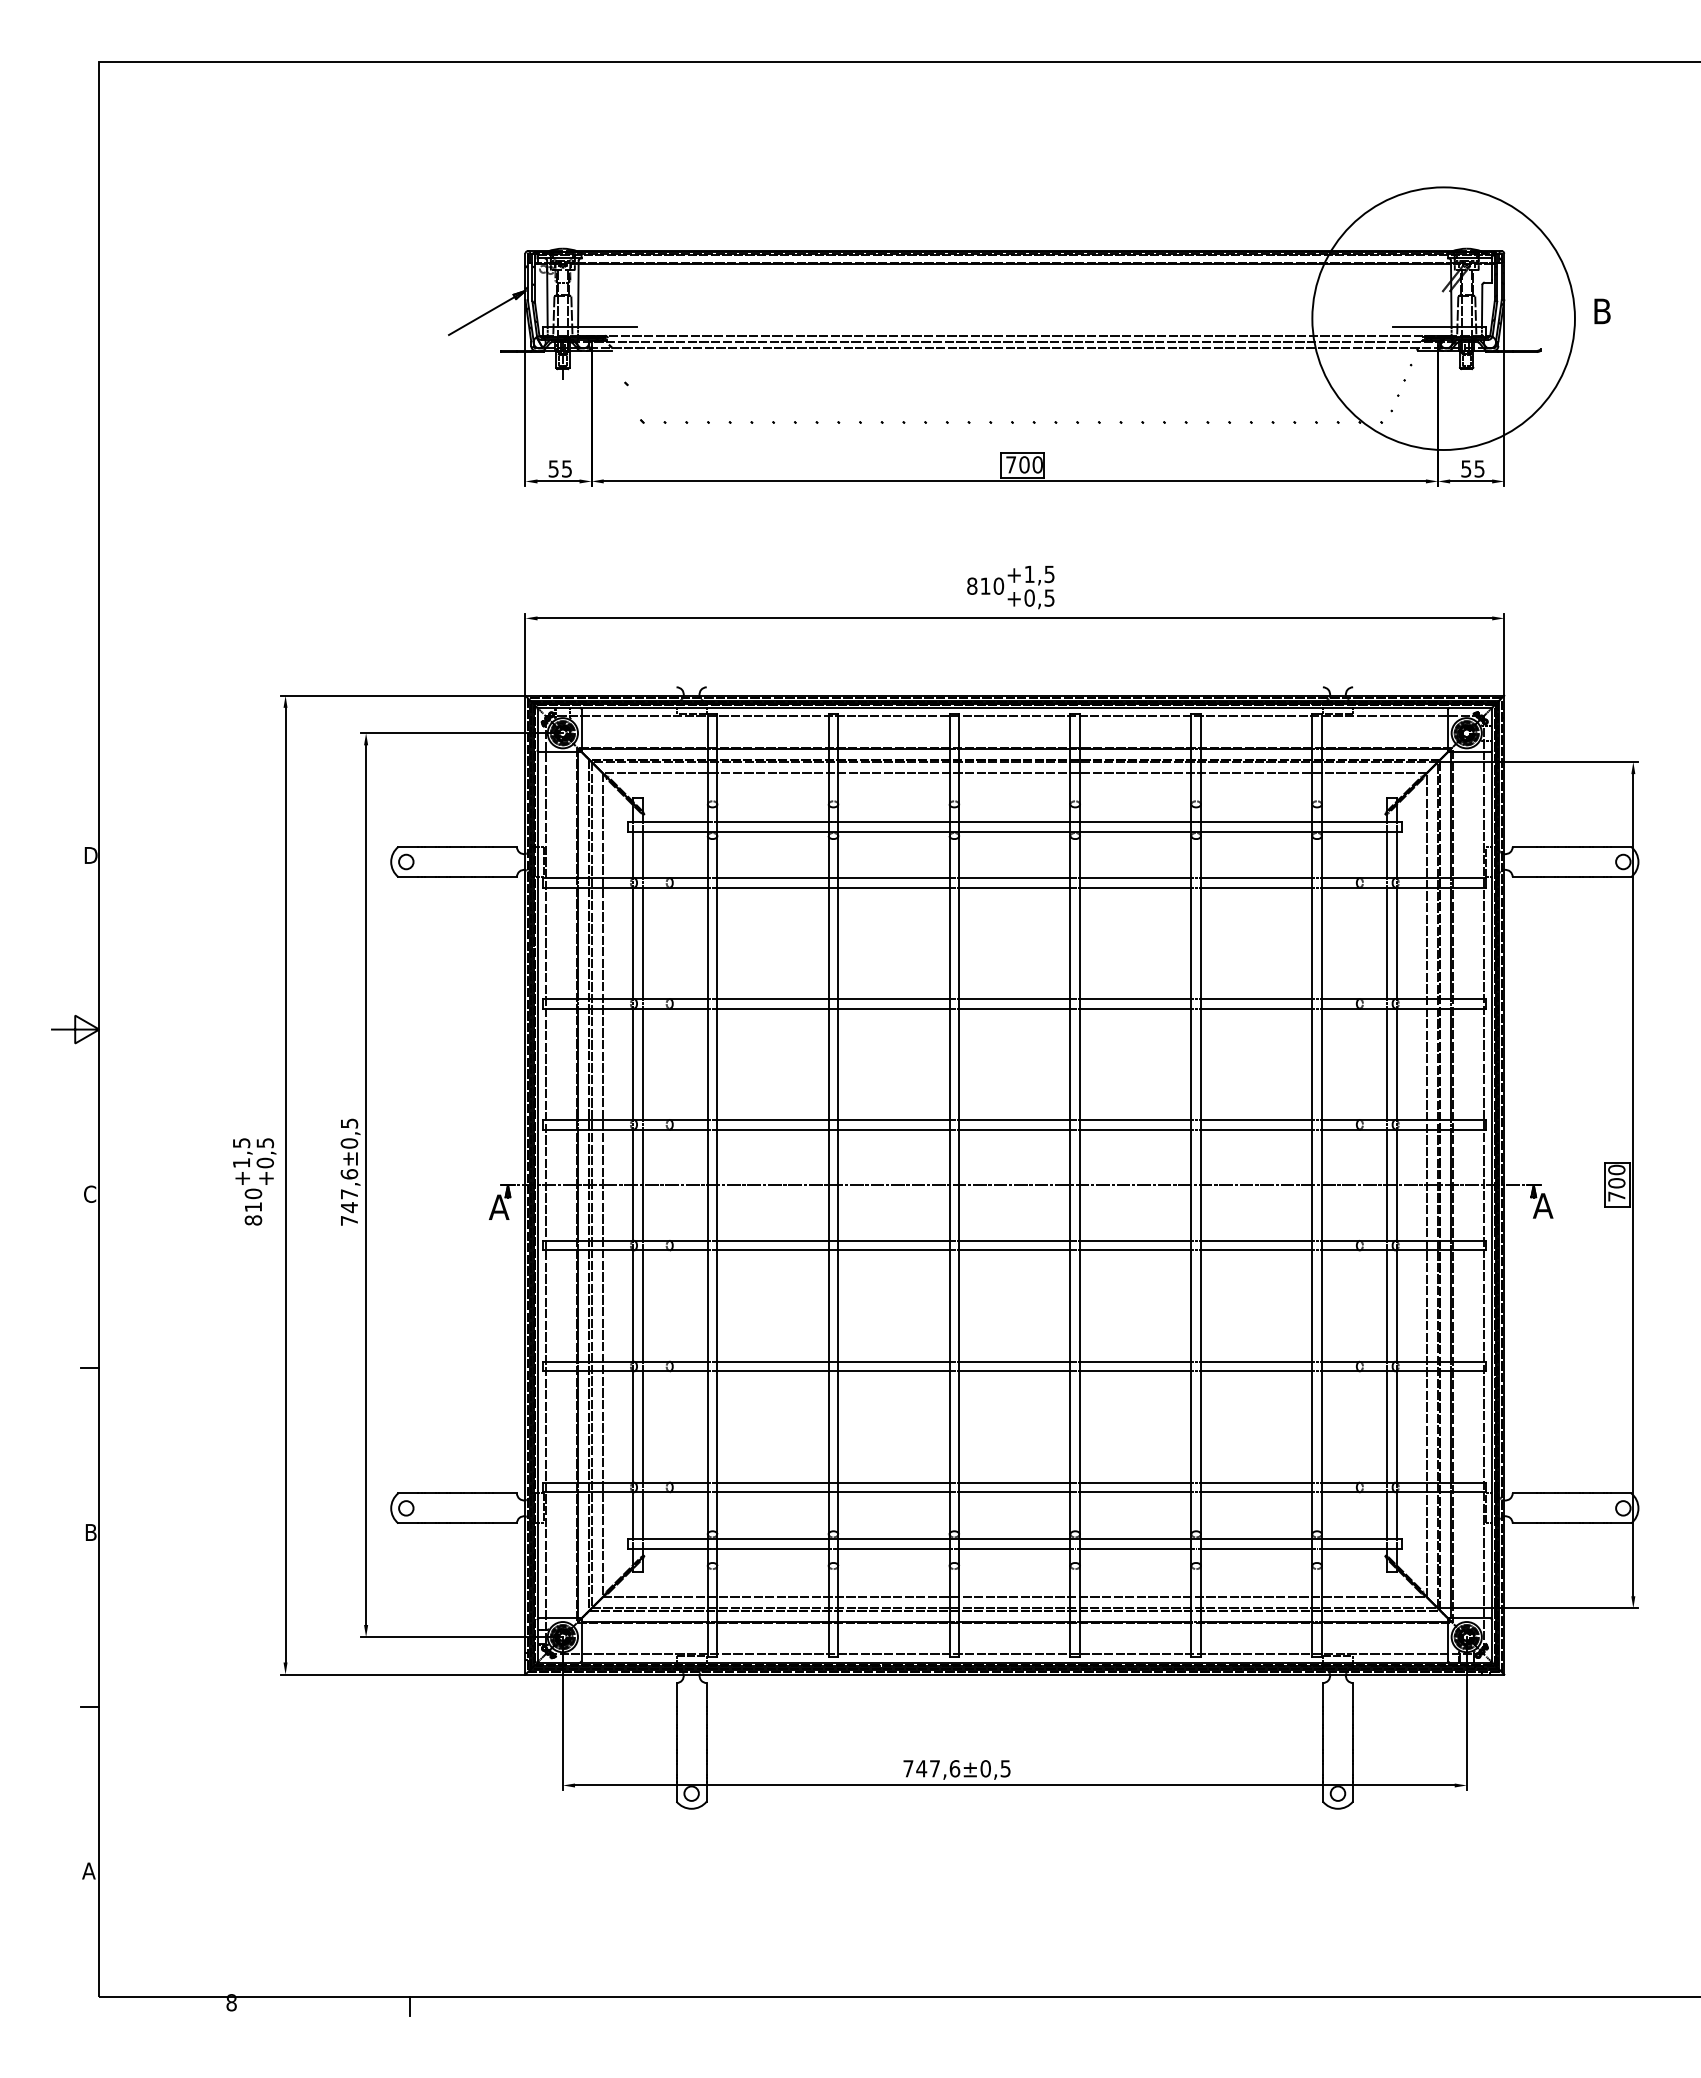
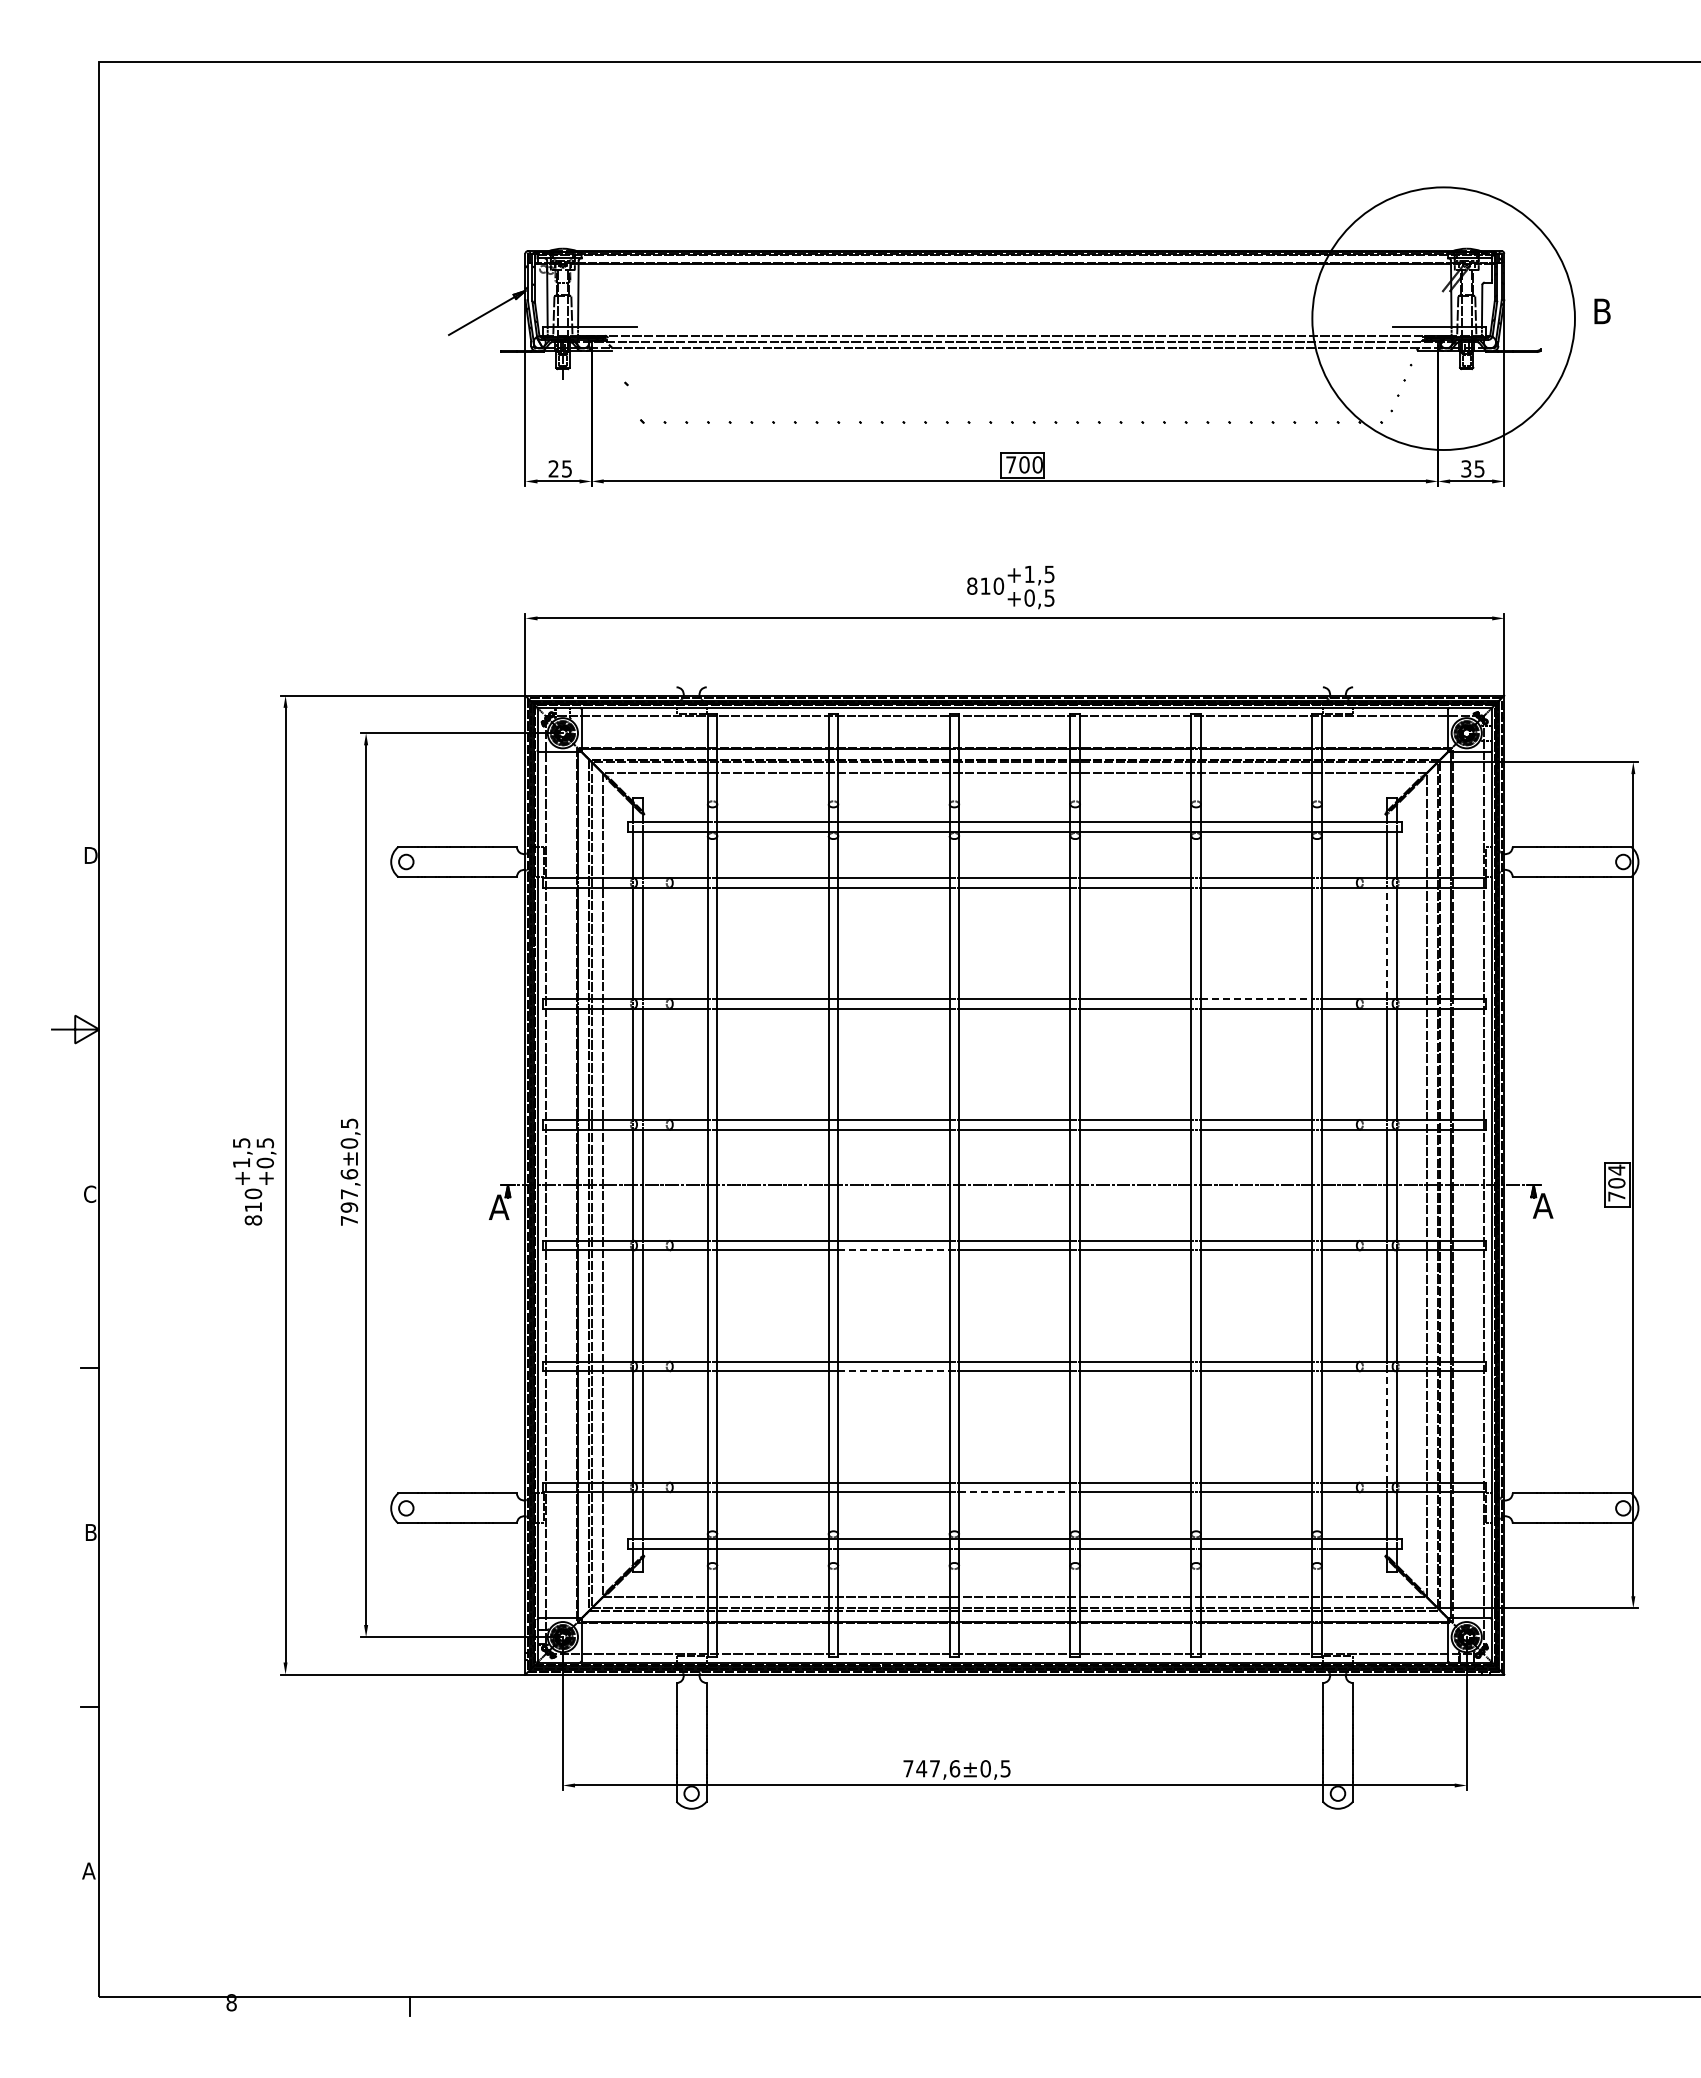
text at (553, 468): 55 -> 25
text at (1466, 468): 55 -> 35
line at (1386, 943): solid -> dashed
line at (1256, 999): solid -> dashed
text at (1616, 1169): 700 -> 704
text at (349, 1207): 747,6 -> 797,6
line at (893, 1250): solid -> dashed
line at (893, 1371): solid -> dashed
line at (1386, 1427): solid -> dashed
line at (1014, 1492): solid -> dashed
